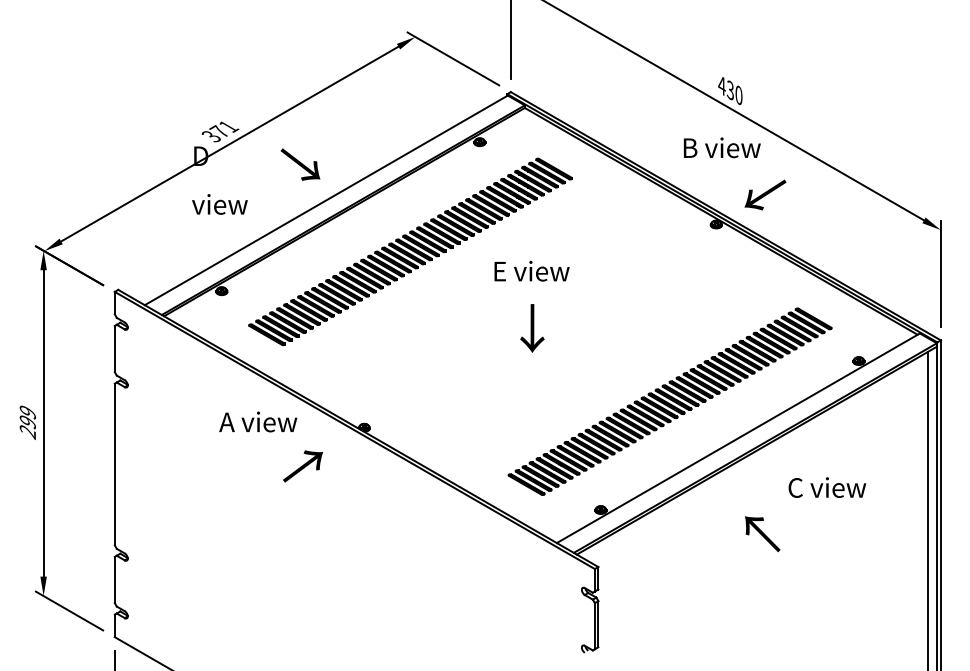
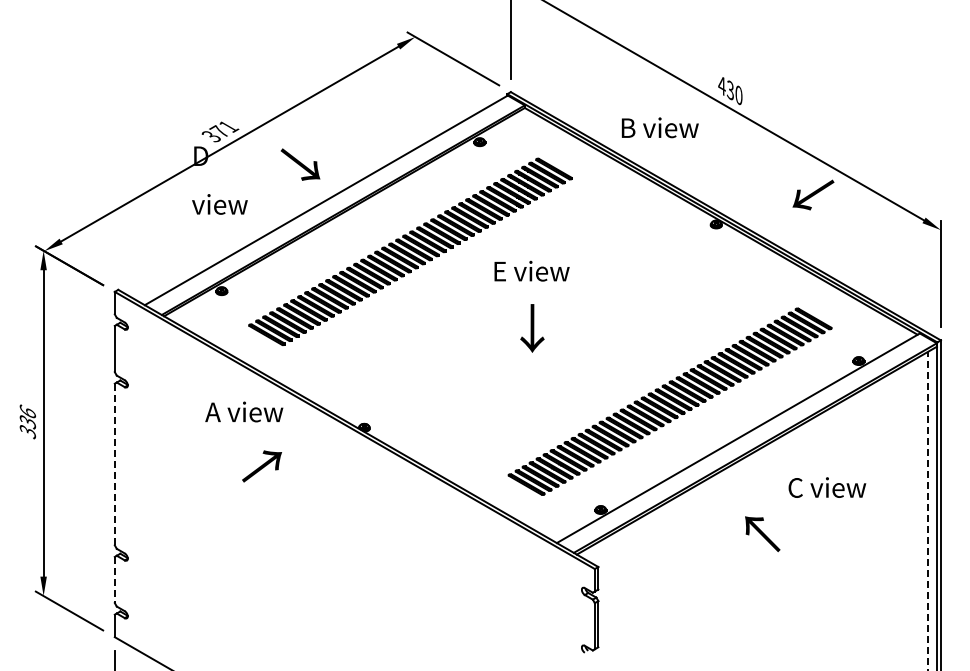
text at (721, 147) position: (721, 147) -> (659, 127)
text at (765, 194) position: (765, 194) -> (813, 194)
text at (258, 421) position: (258, 421) -> (244, 411)
text at (27, 422): 299 -> 336
line at (114, 464): solid -> dashed
text at (302, 466) position: (302, 466) -> (261, 466)
line at (928, 511): solid -> dashed
line at (114, 580): solid -> dashed
